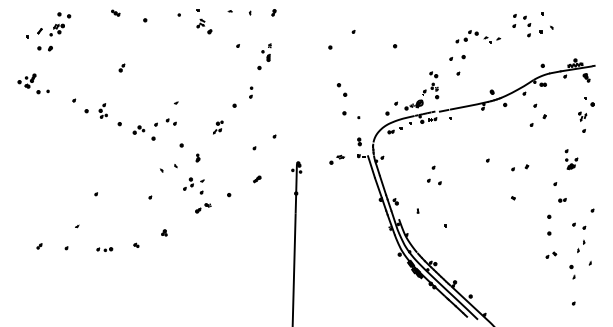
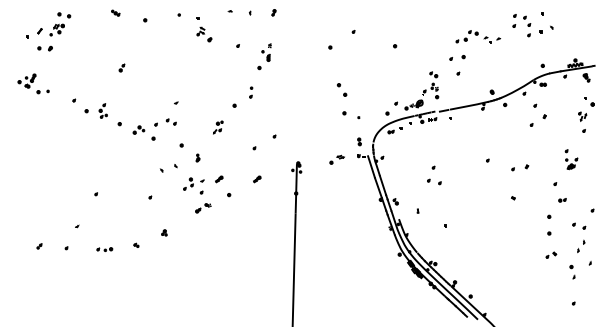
part at (204, 21) position: (204, 21) -> (204, 29)
part at (219, 179): none -> present
